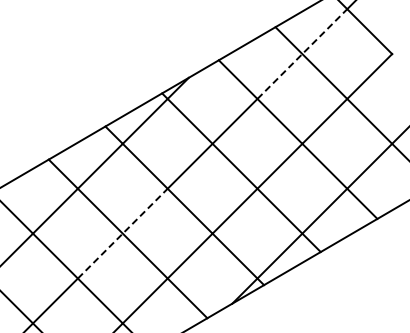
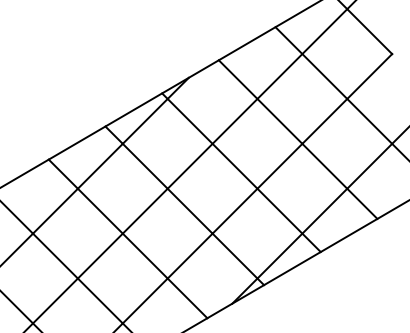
line at (302, 53): dashed -> solid
line at (123, 233): dashed -> solid
